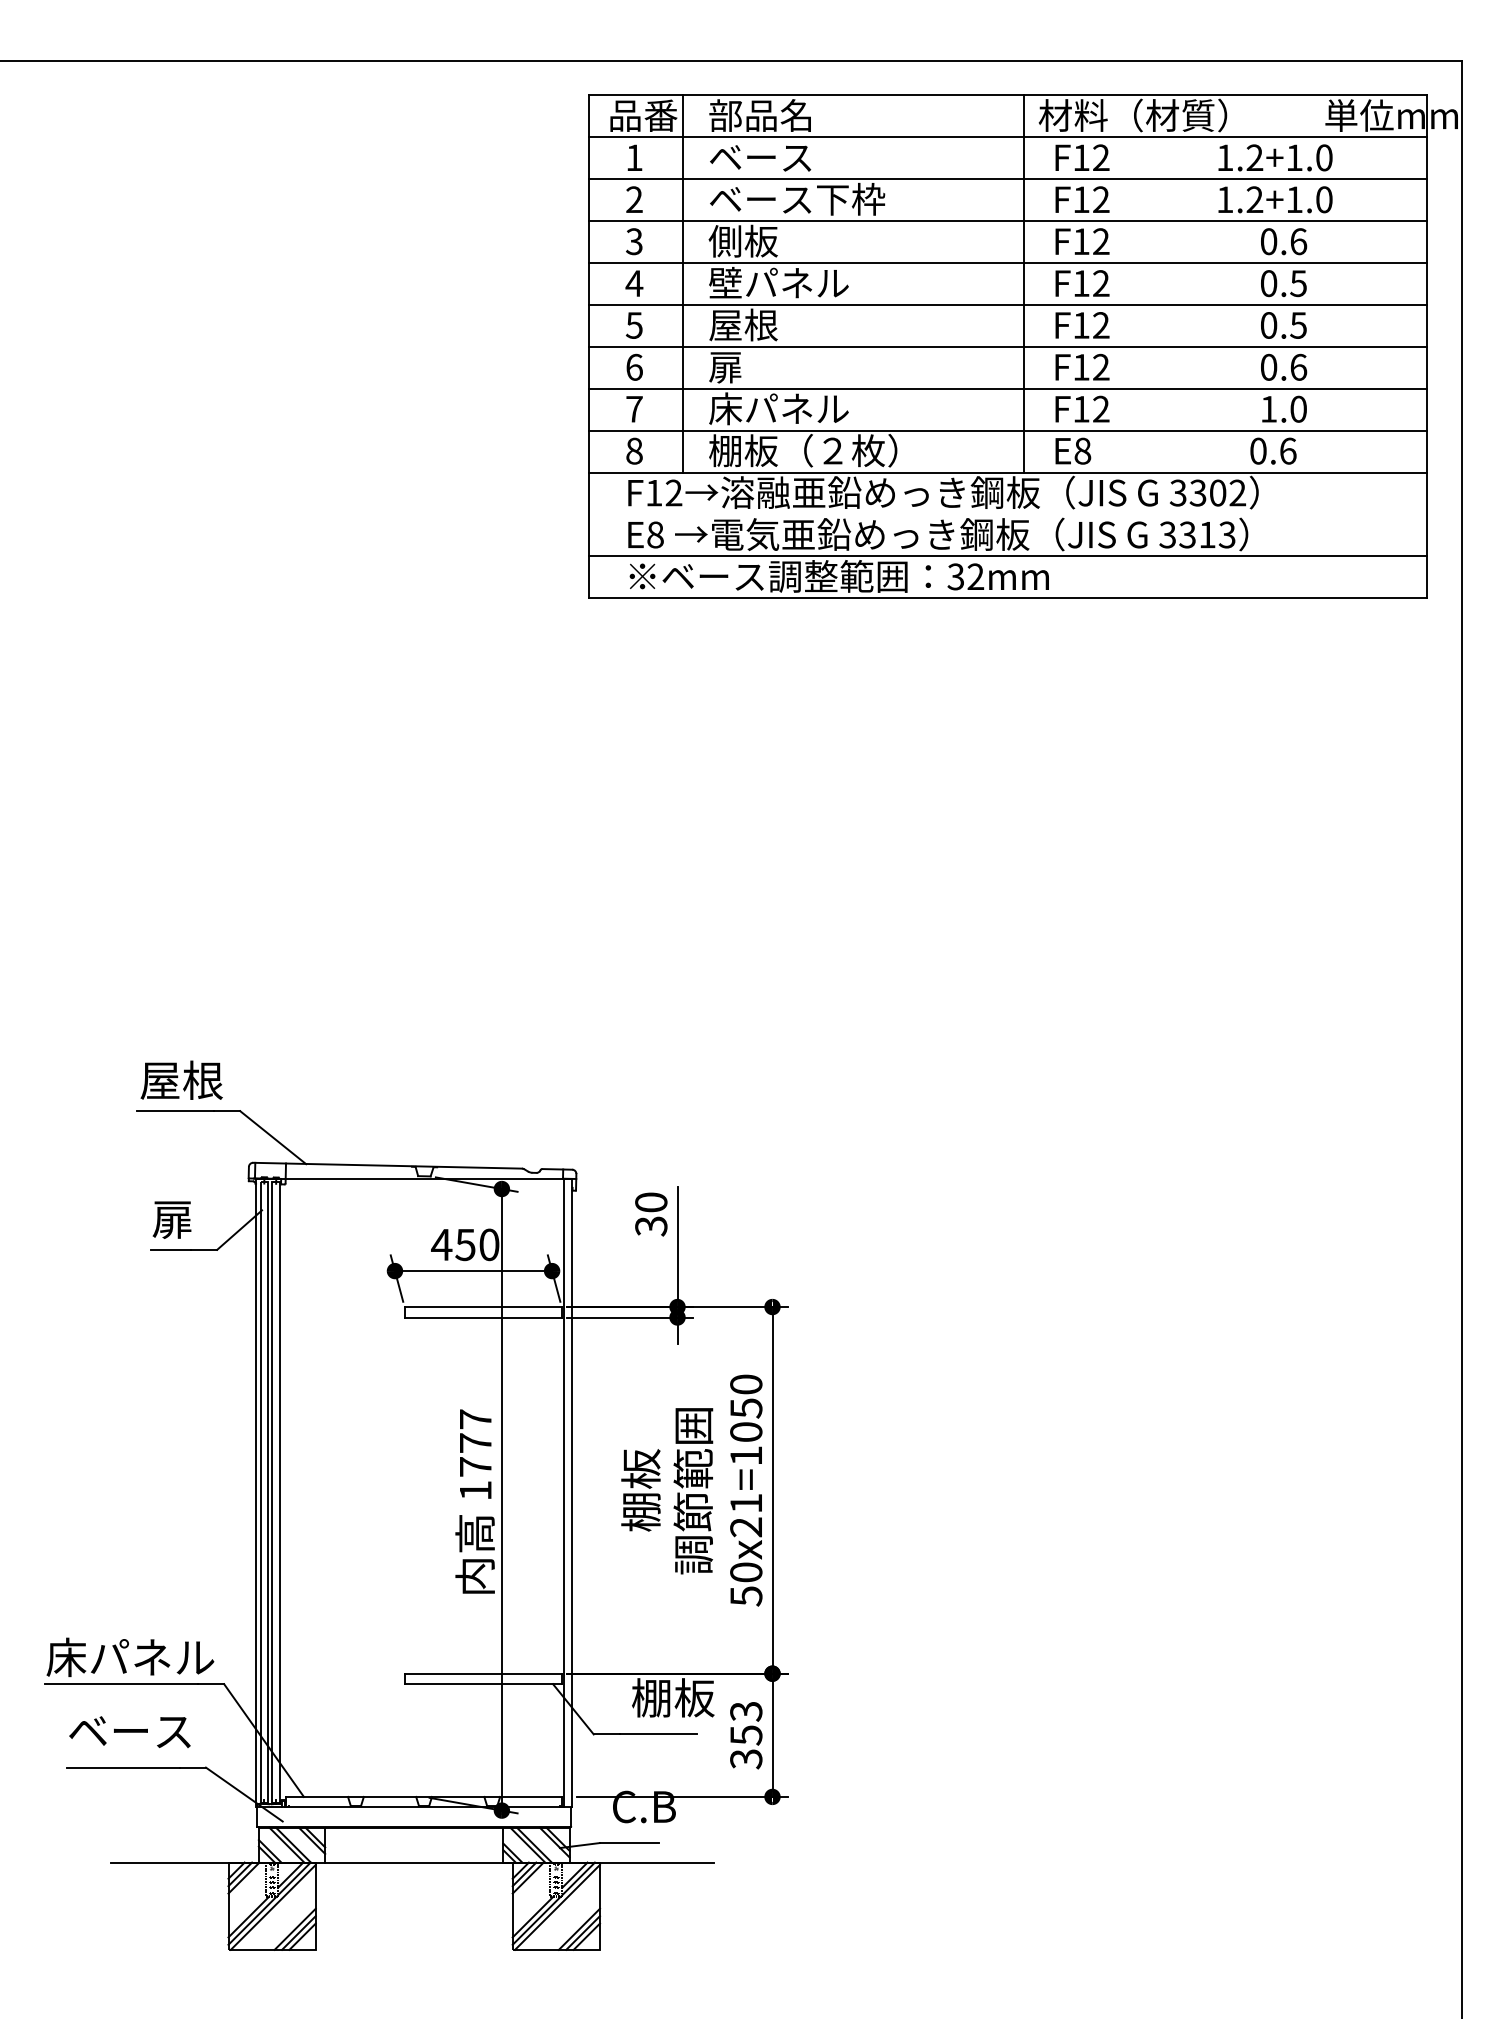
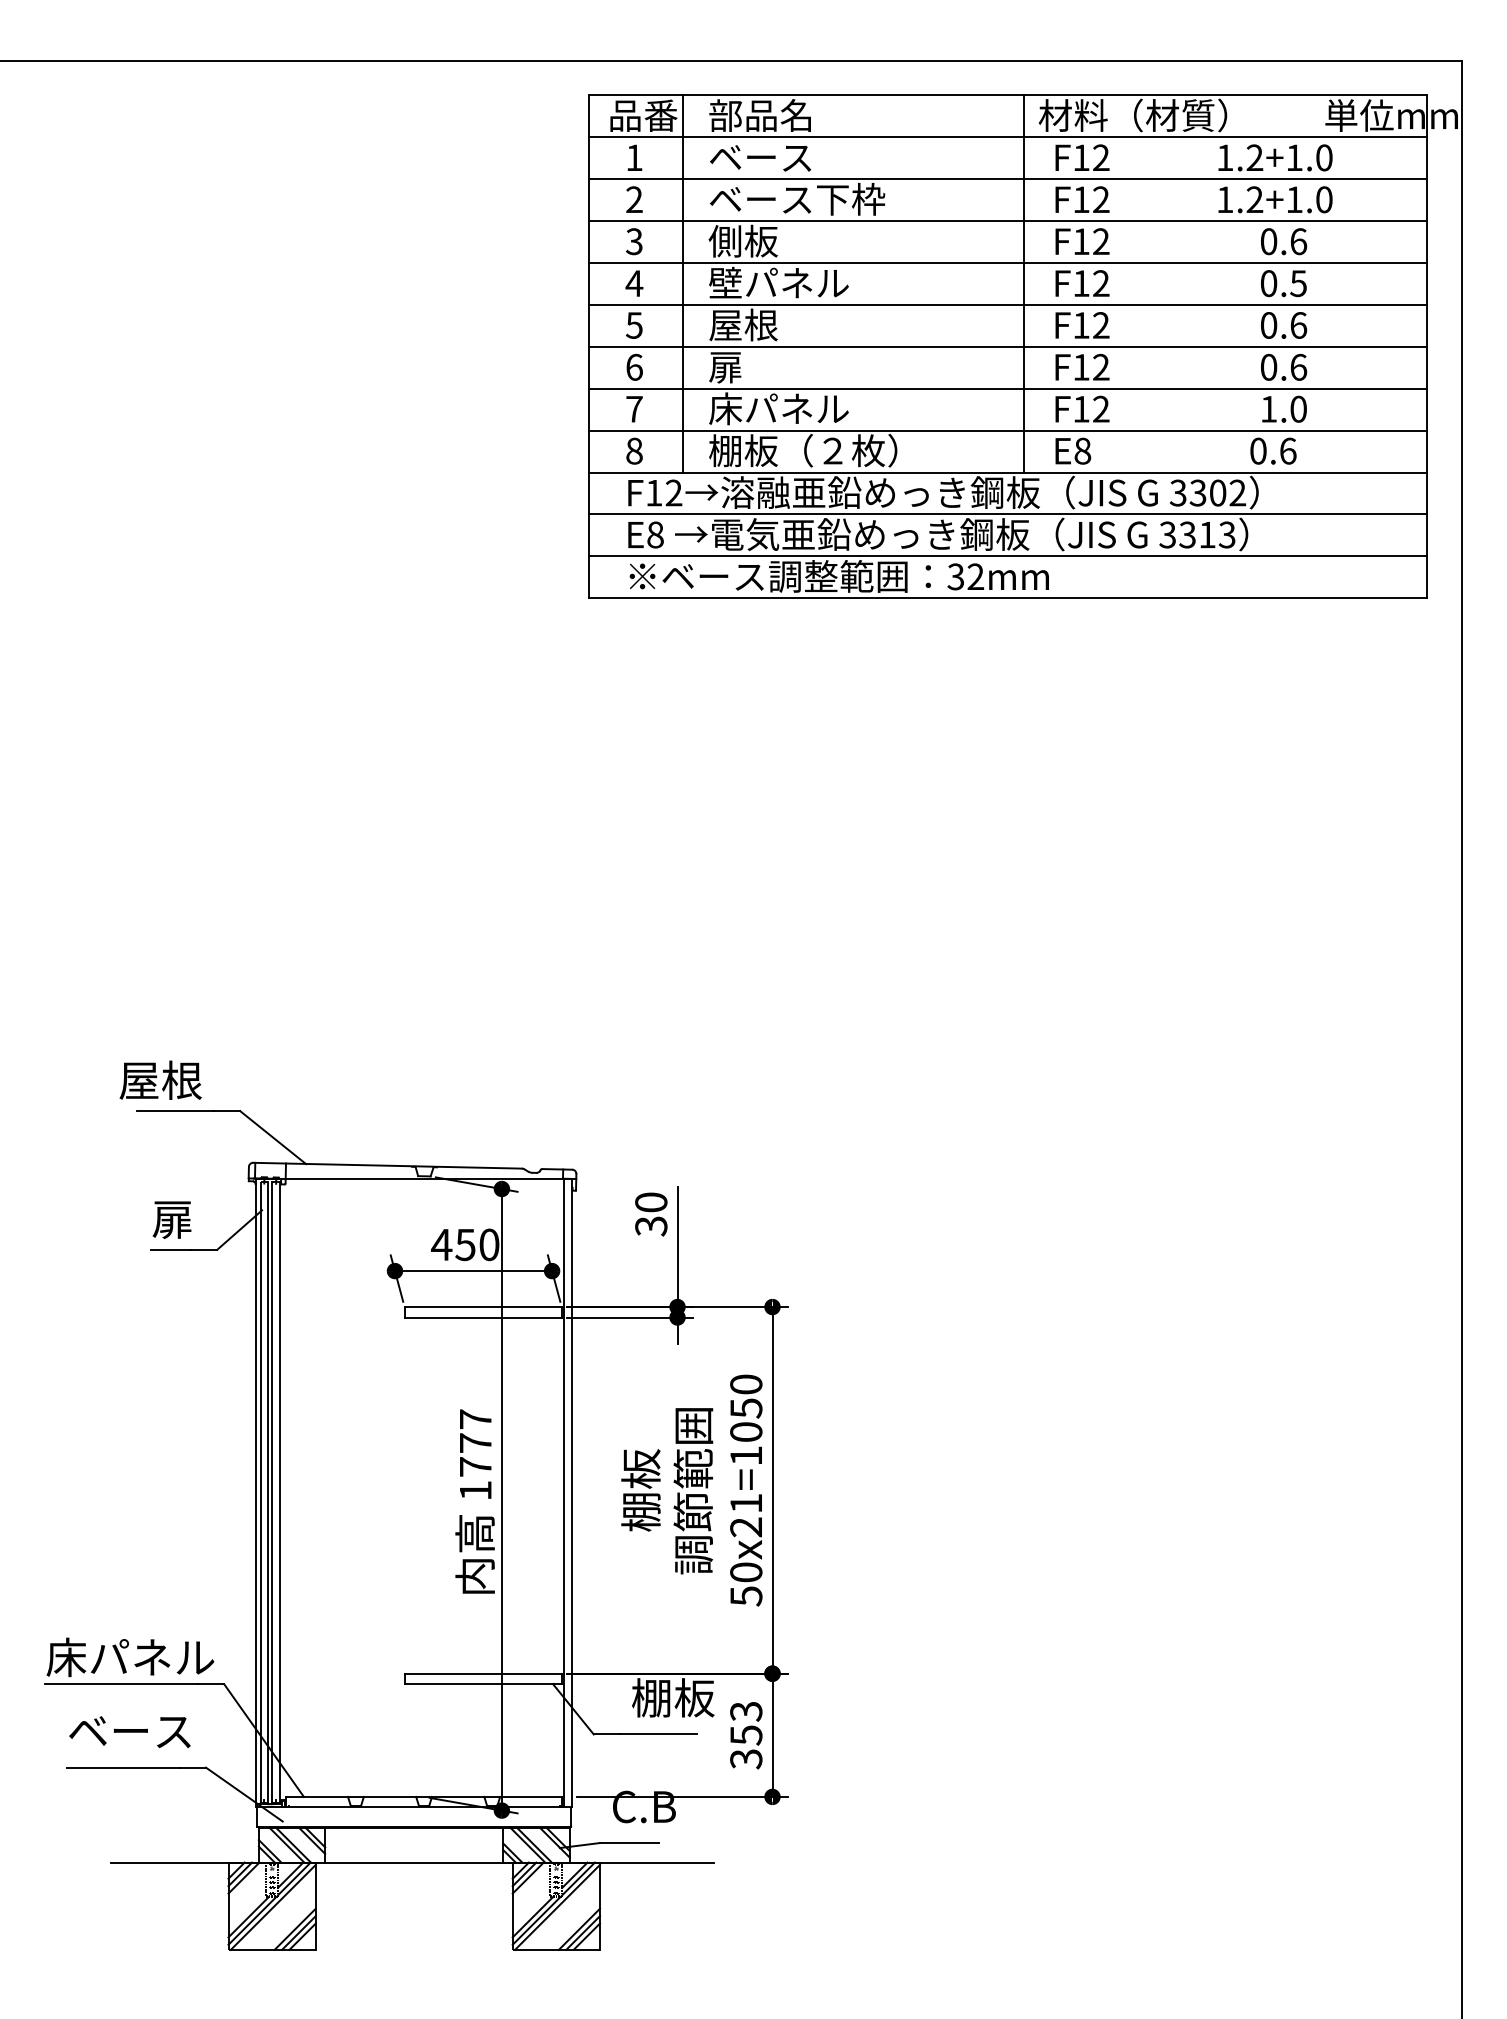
text at (1298, 325): 0.5 -> 0.6
line at (1008, 514): none -> present
text at (181, 1079) position: (181, 1079) -> (160, 1079)
